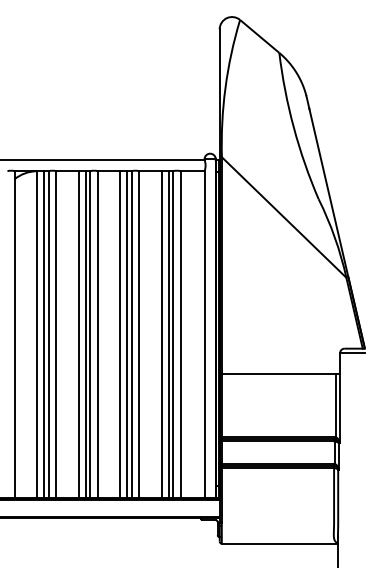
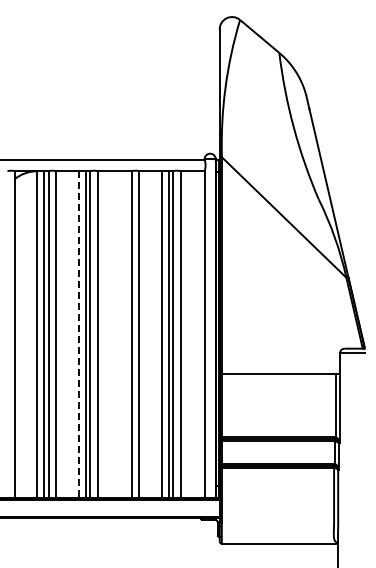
line at (120, 334): present -> none
line at (127, 334): present -> none
line at (78, 335): solid -> dashed
